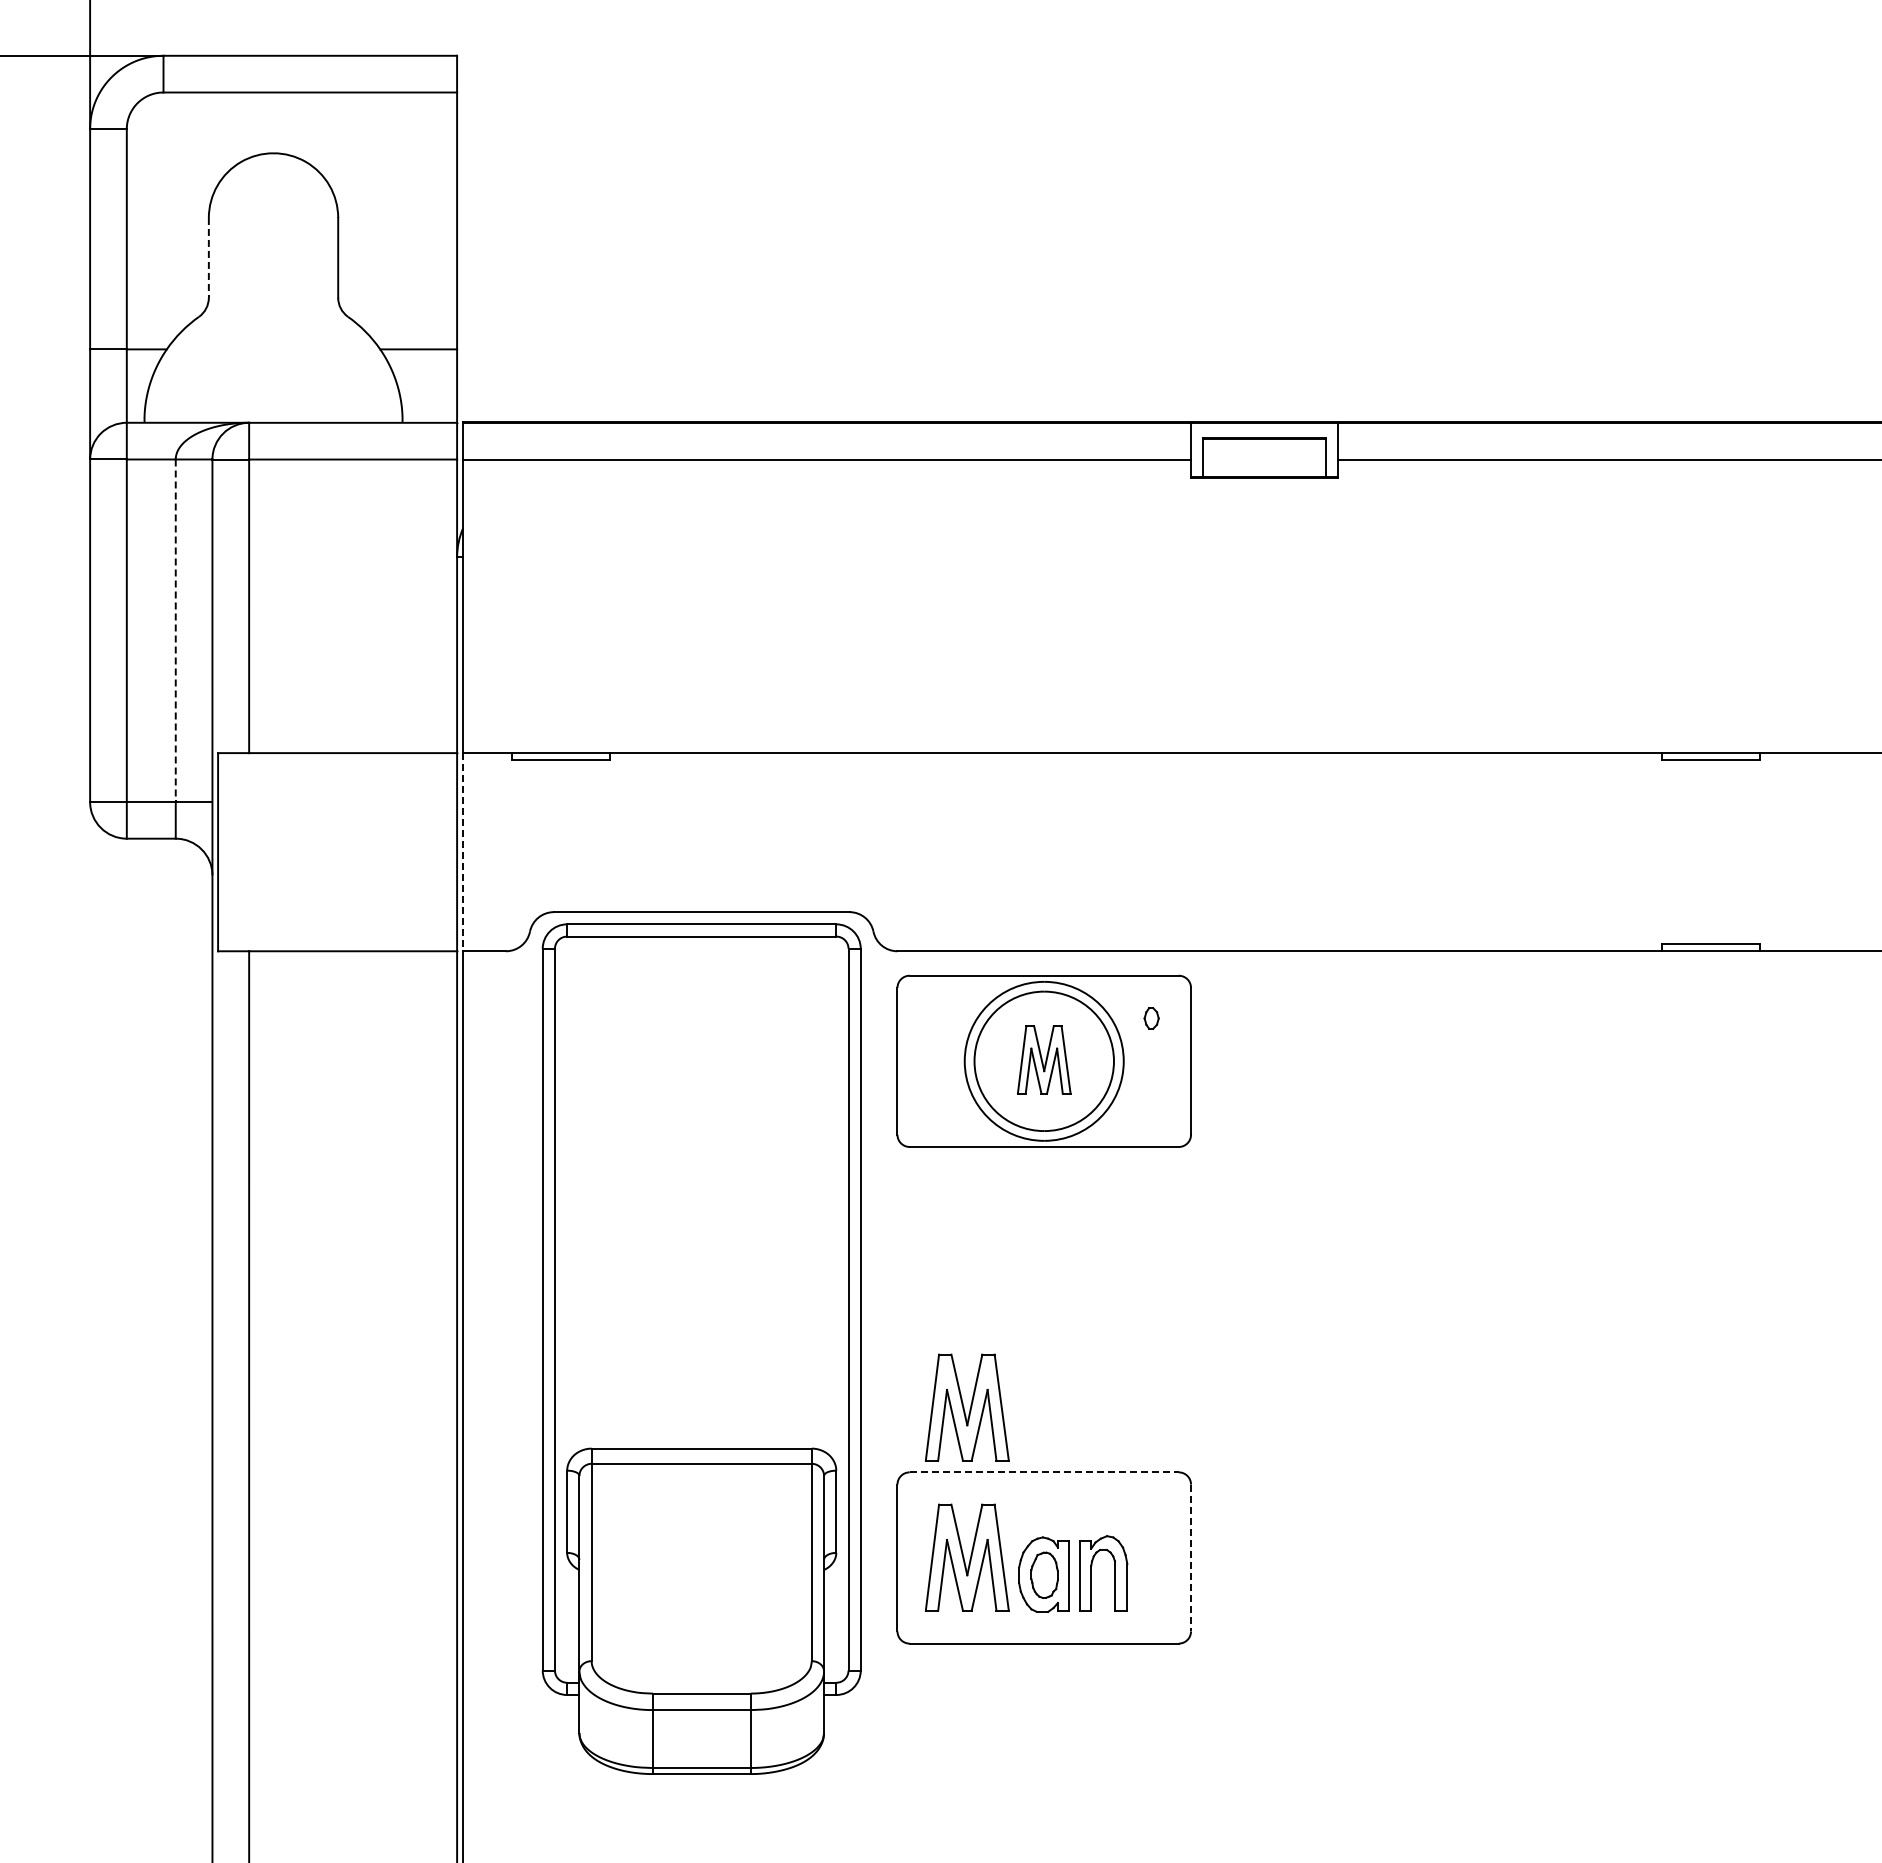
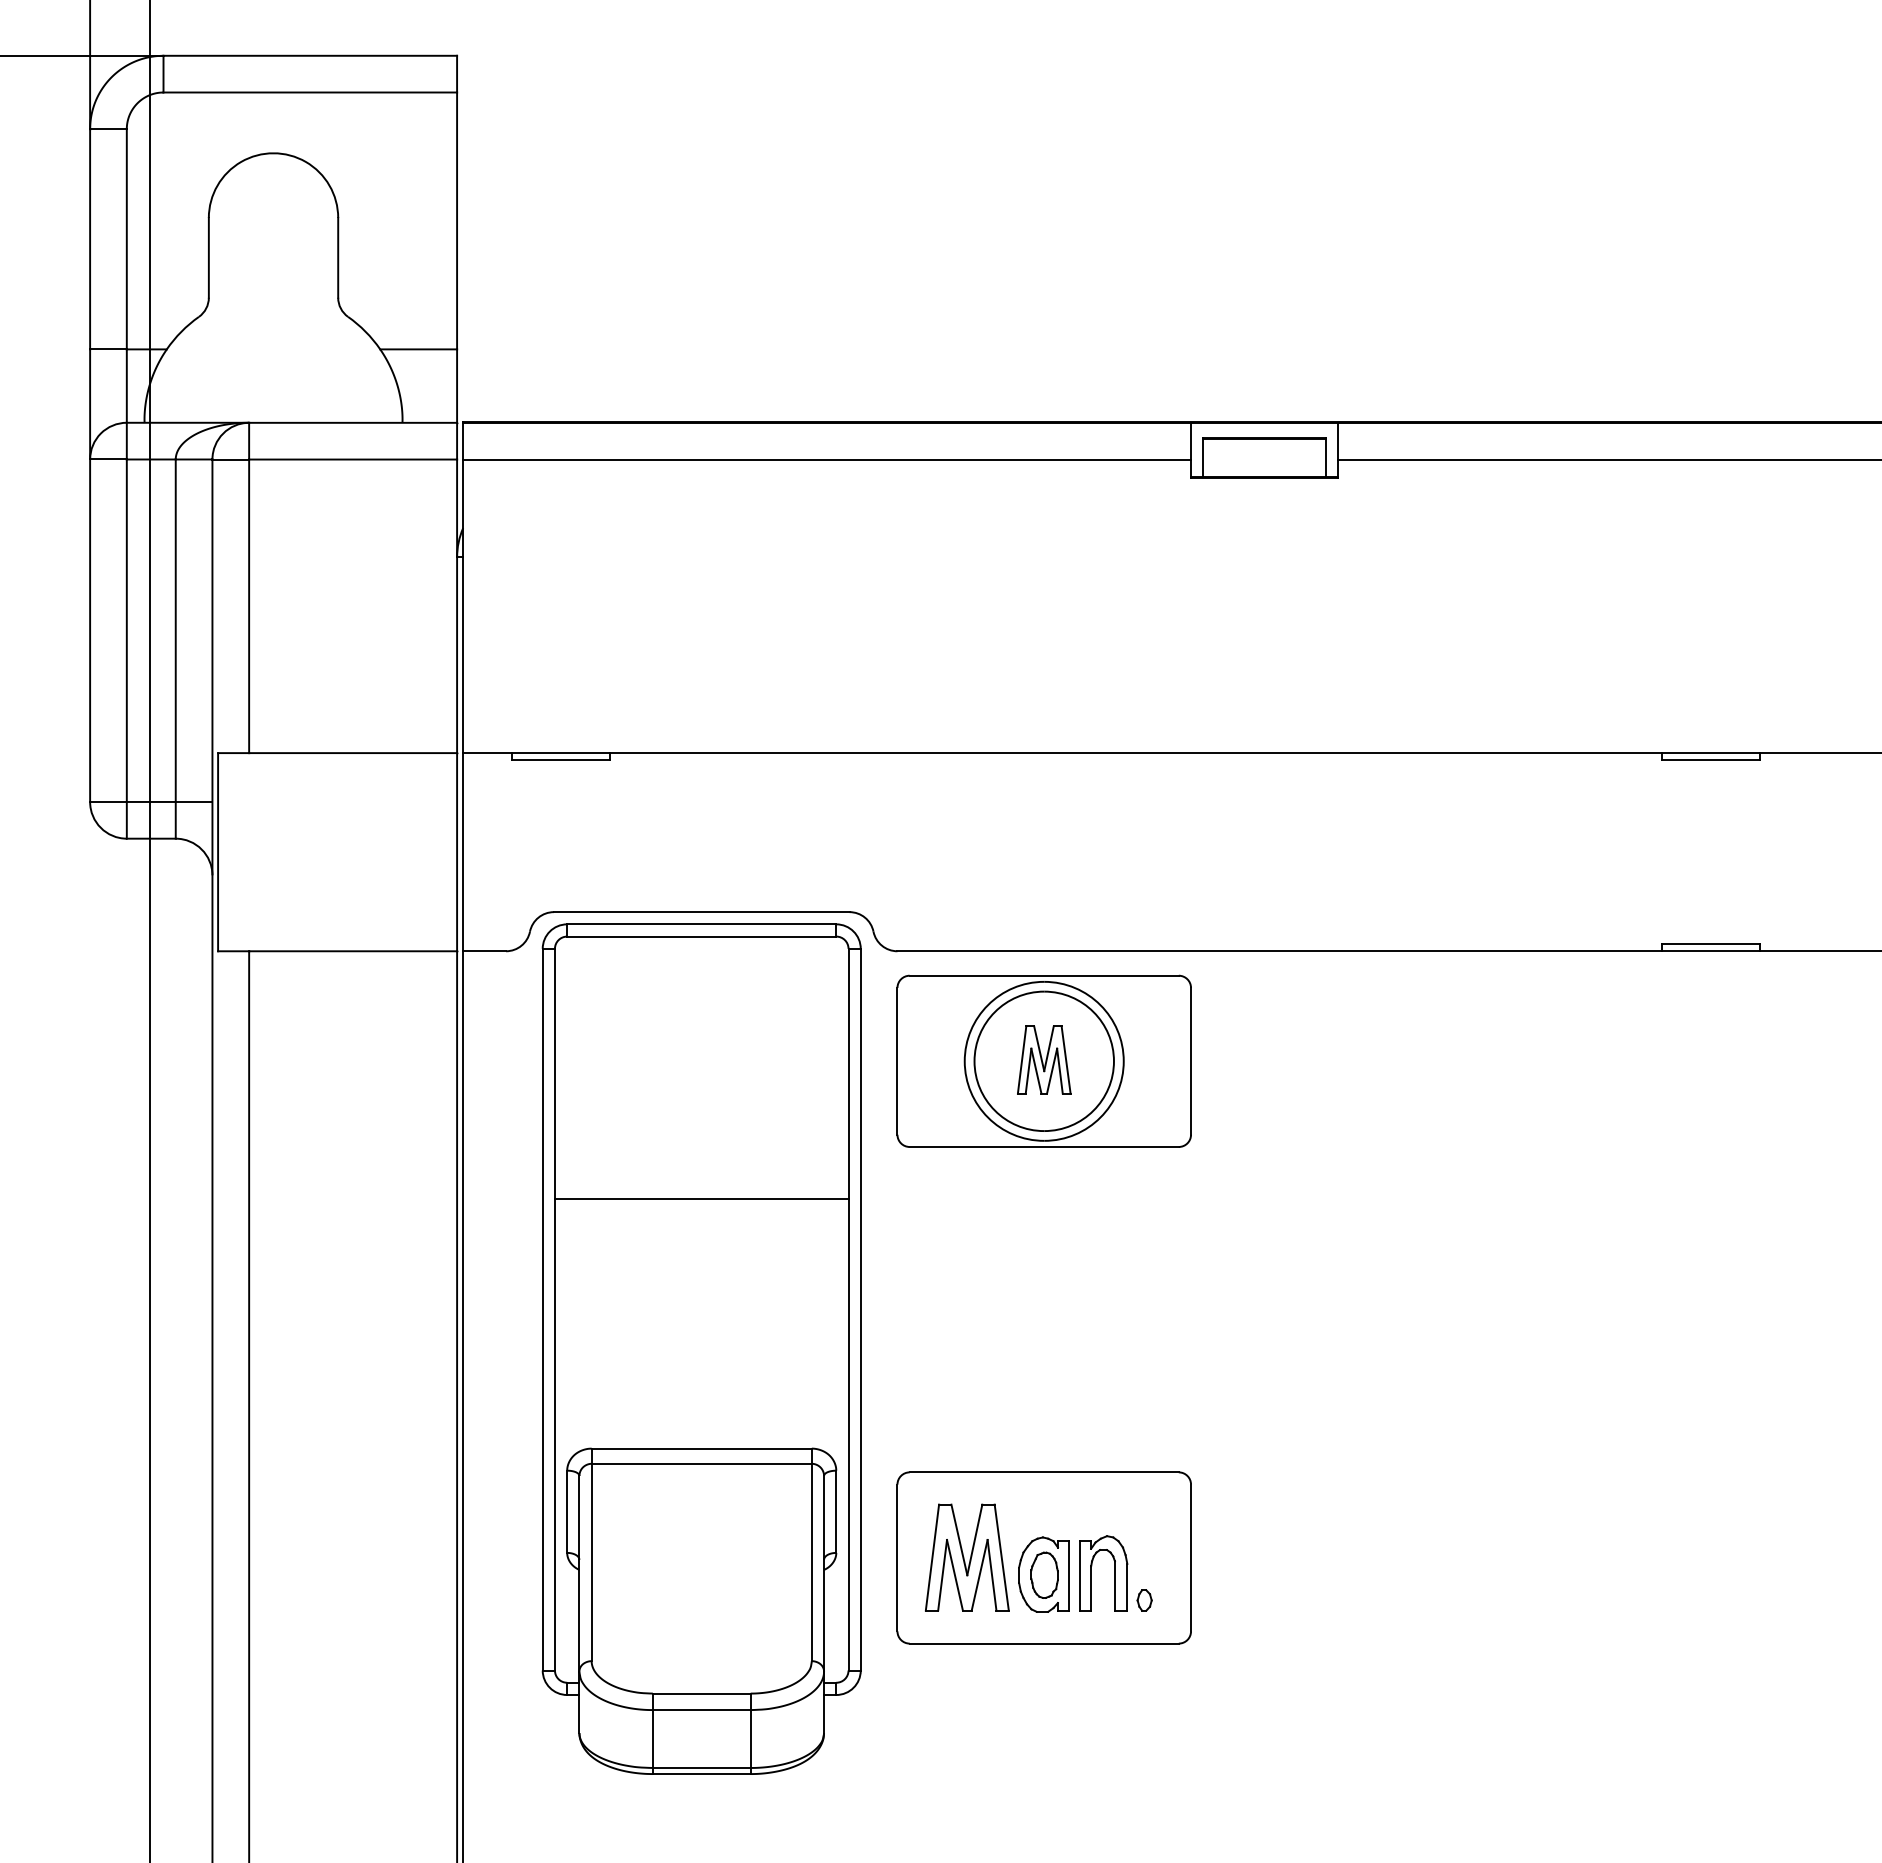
line at (208, 257): dashed -> solid
line at (175, 631): dashed -> solid
line at (463, 852): dashed -> solid
line at (149, 930): none -> present
part at (1151, 1018) position: (1151, 1018) -> (1144, 1600)
line at (701, 1198): none -> present
part at (967, 1407): present -> none
line at (1044, 1472): dashed -> solid
line at (1191, 1558): dashed -> solid
